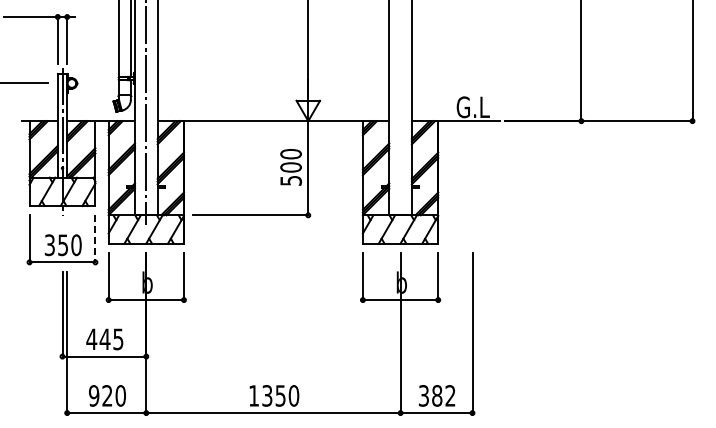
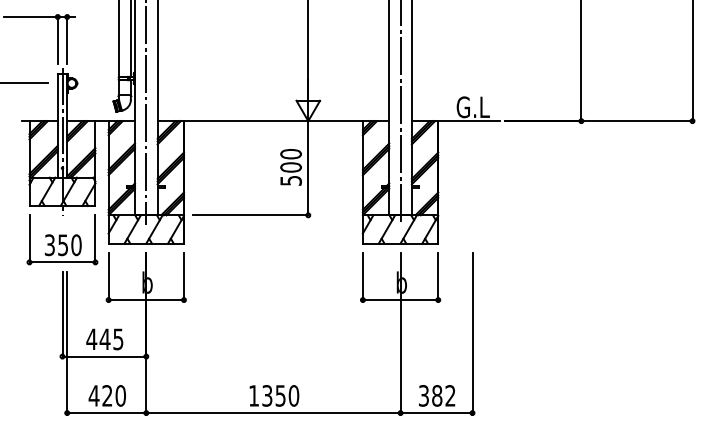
line at (400, 111): none -> present
line at (95, 238): dashed -> solid
text at (93, 395): 920 -> 420
